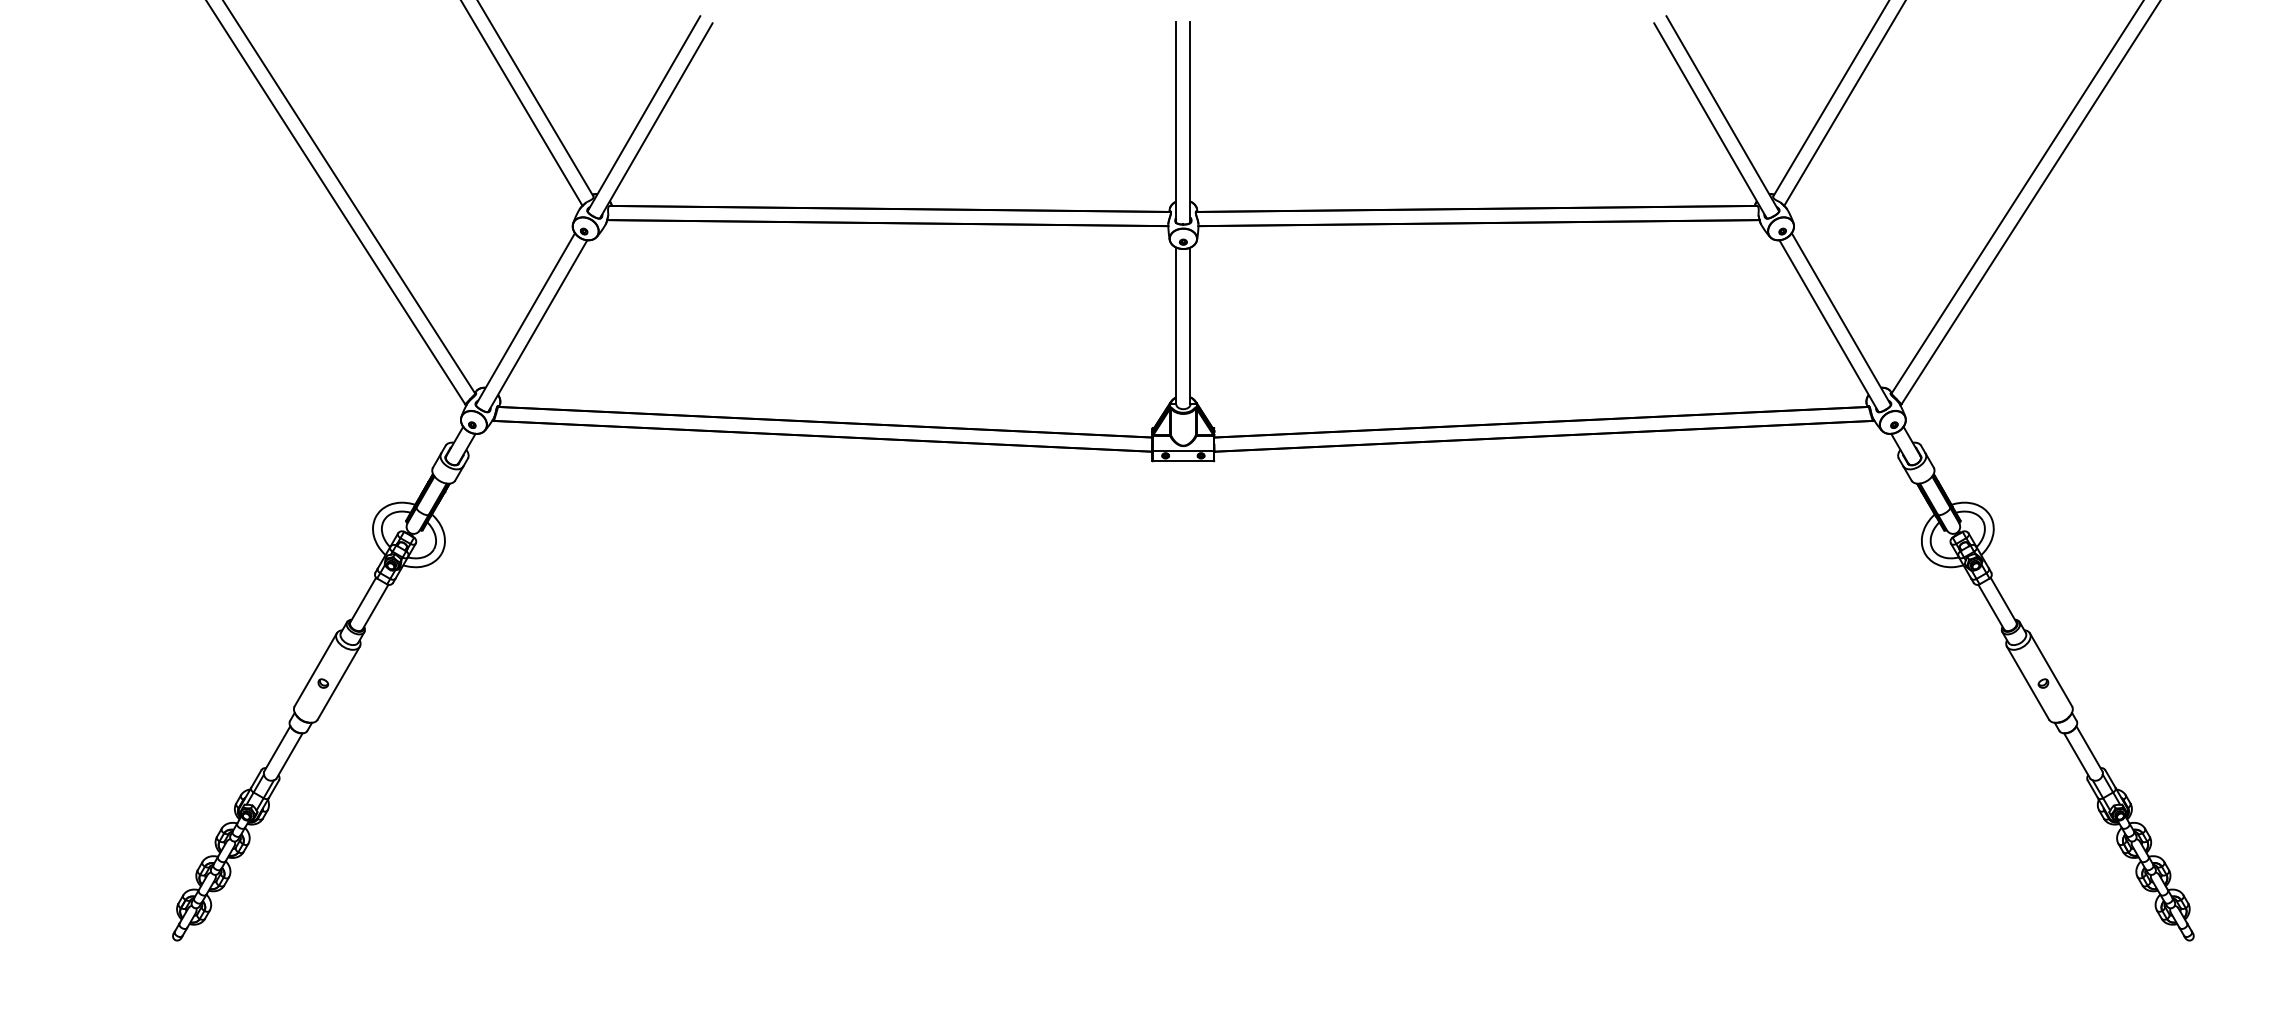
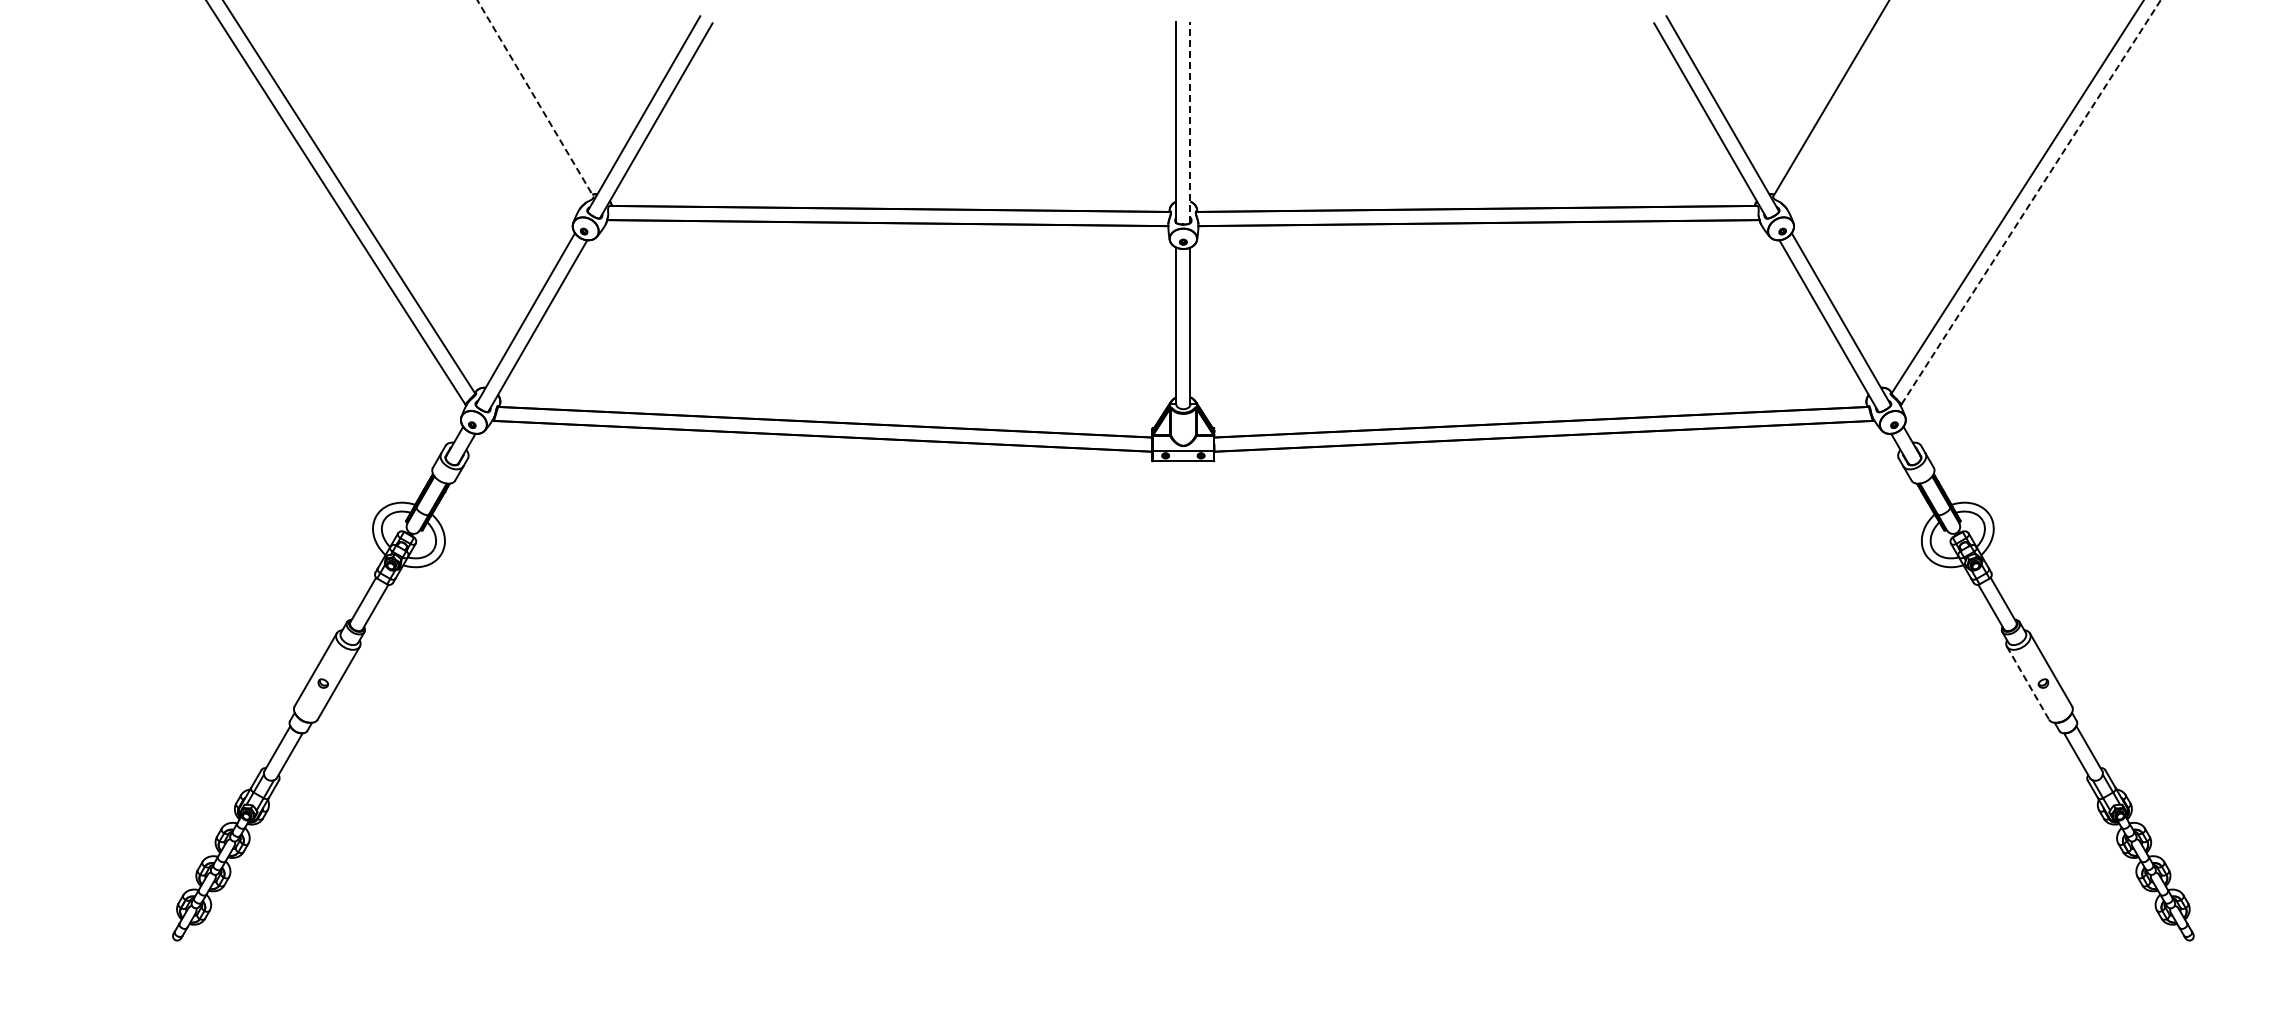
line at (535, 98): solid -> dashed
line at (522, 103): present -> none
line at (1844, 103): present -> none
line at (1190, 121): solid -> dashed
line at (2031, 202): solid -> dashed
line at (2028, 683): solid -> dashed
